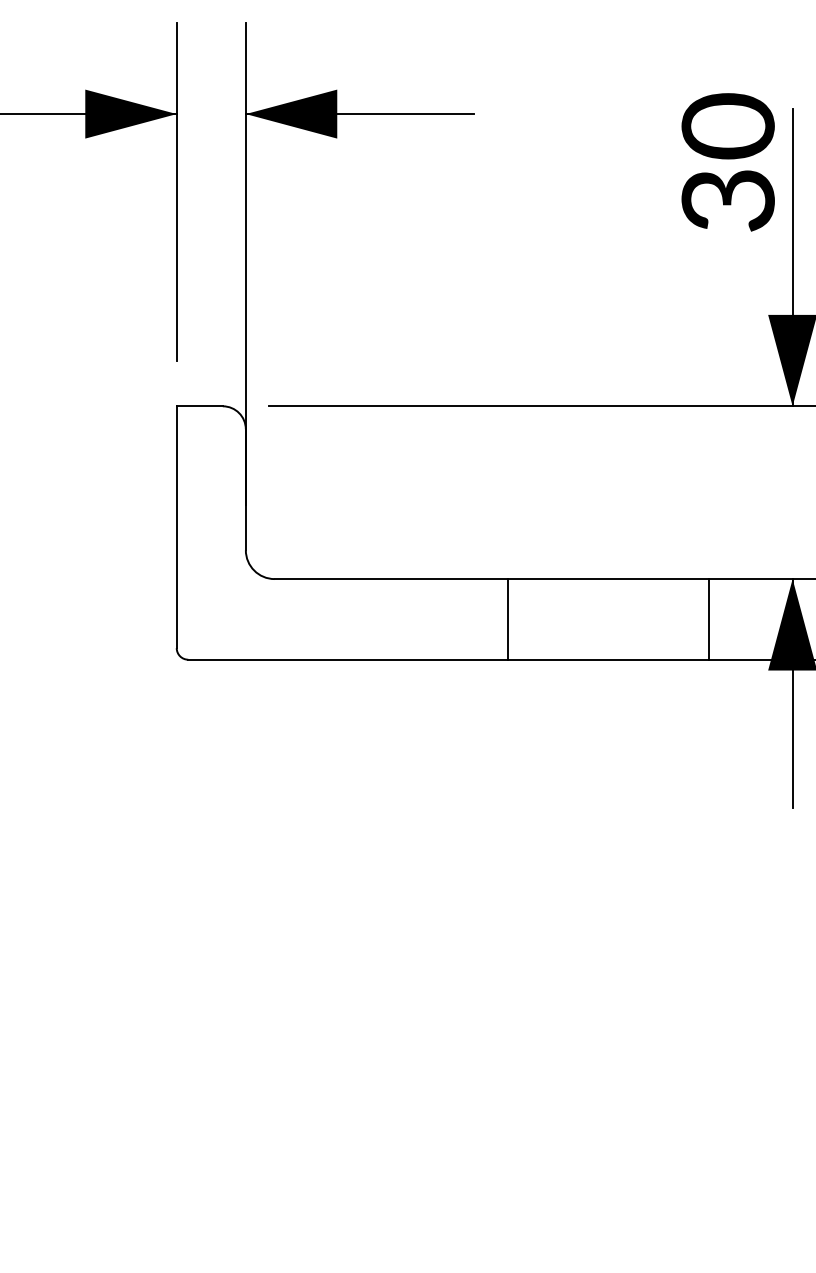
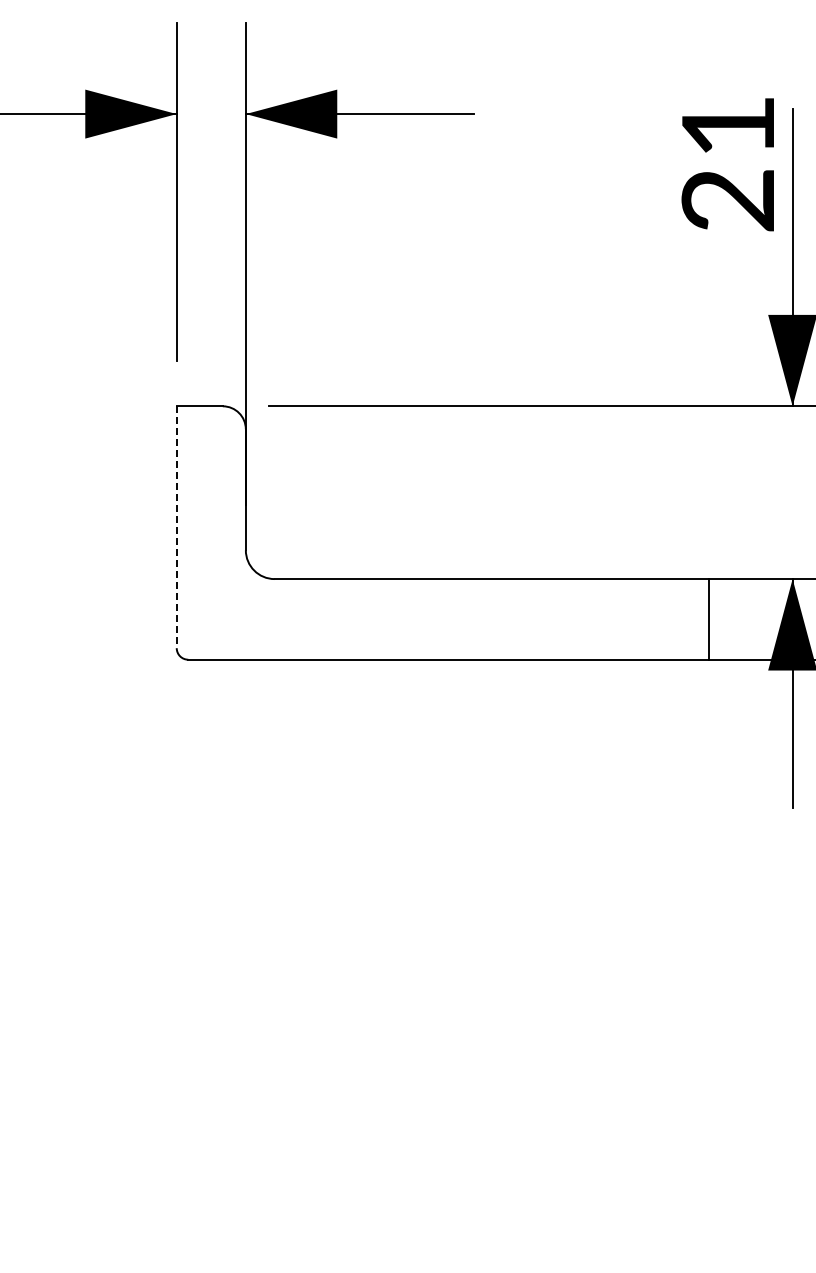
text at (727, 162): 30 -> 21
line at (176, 527): solid -> dashed
line at (507, 619): present -> none
